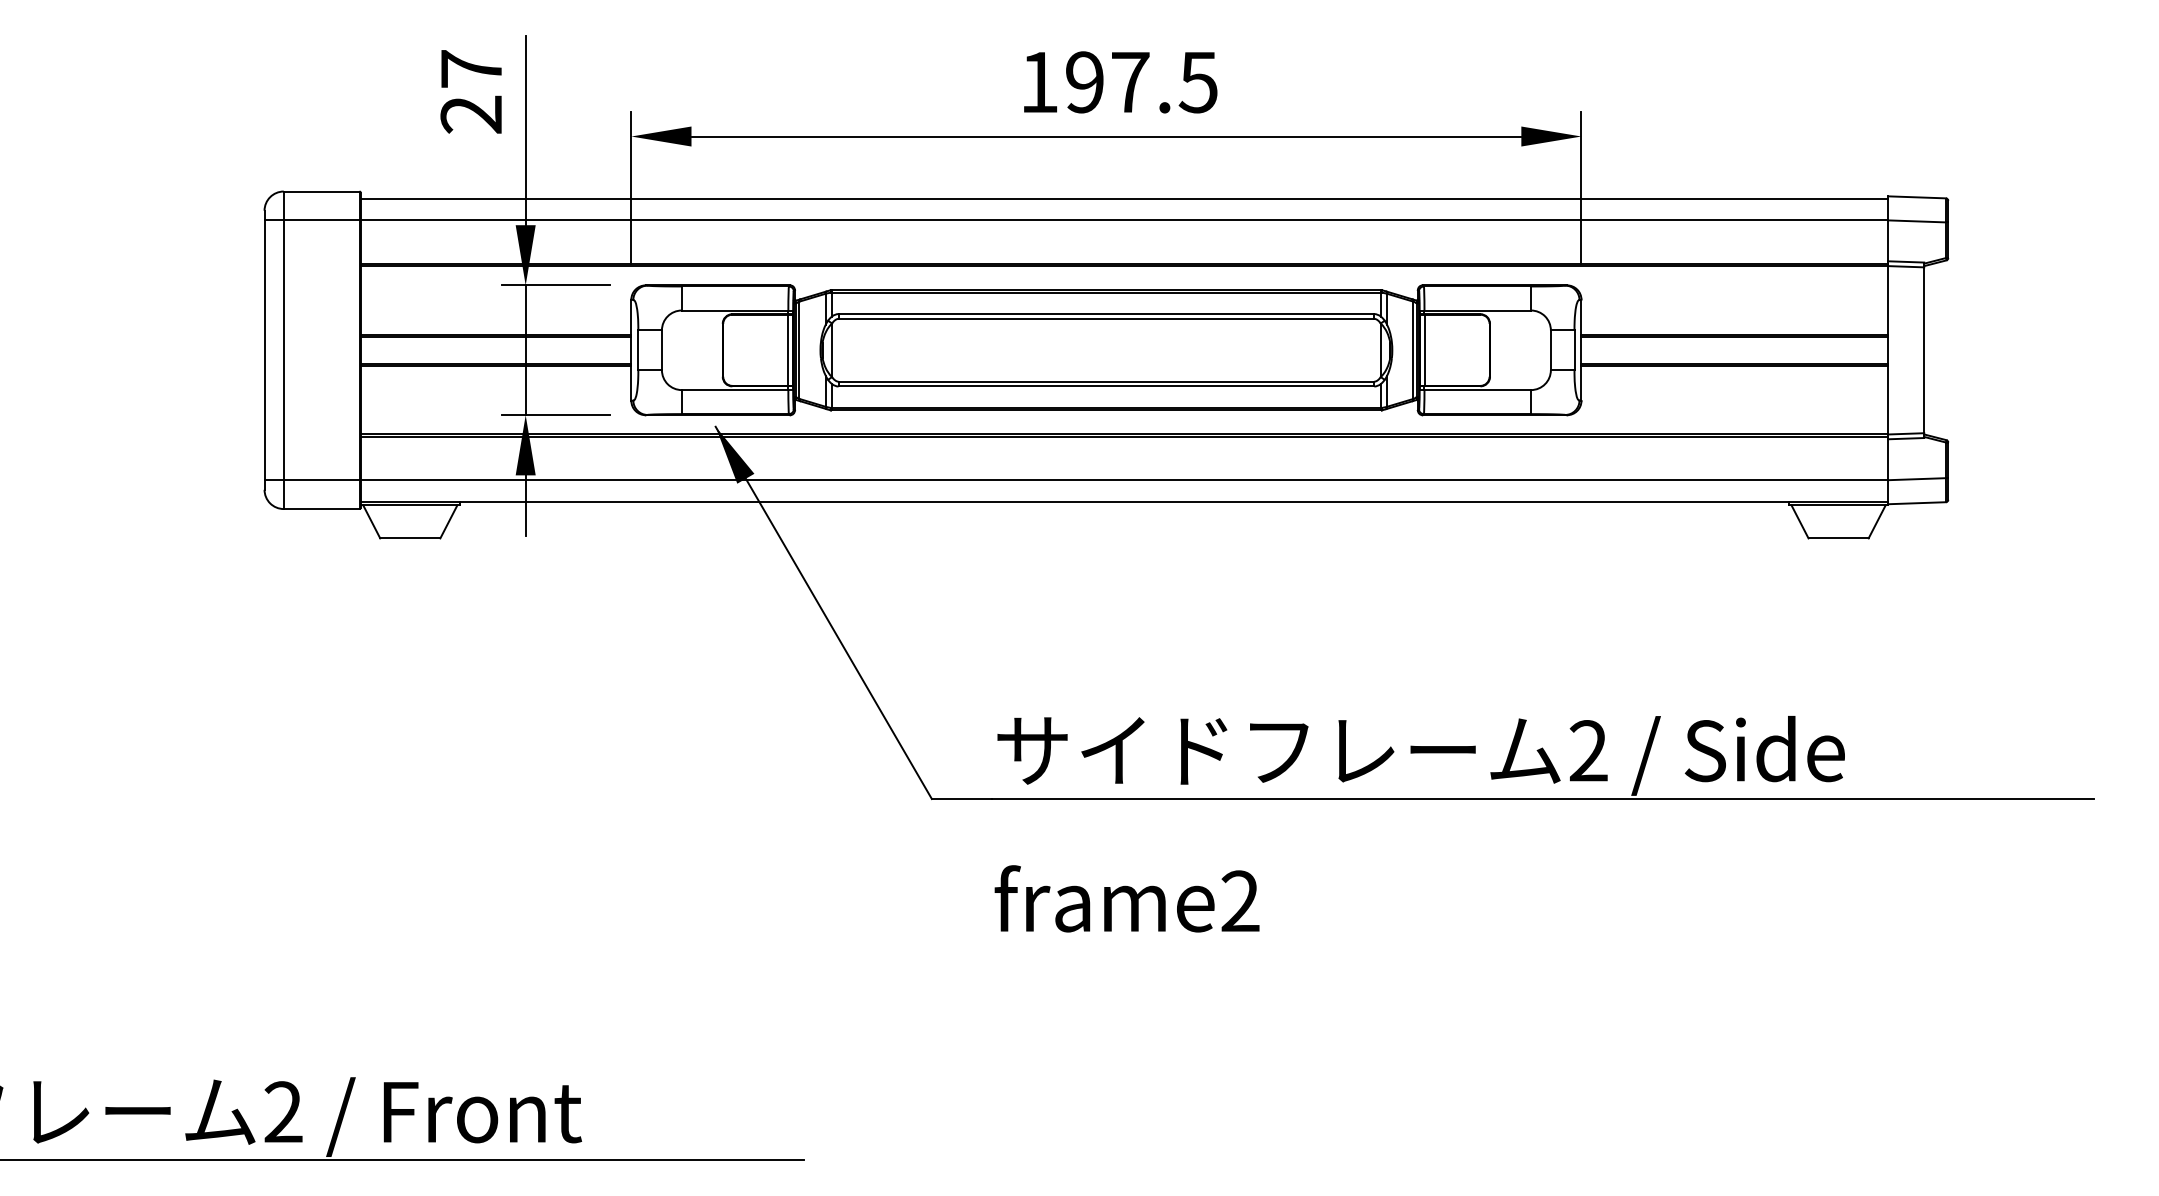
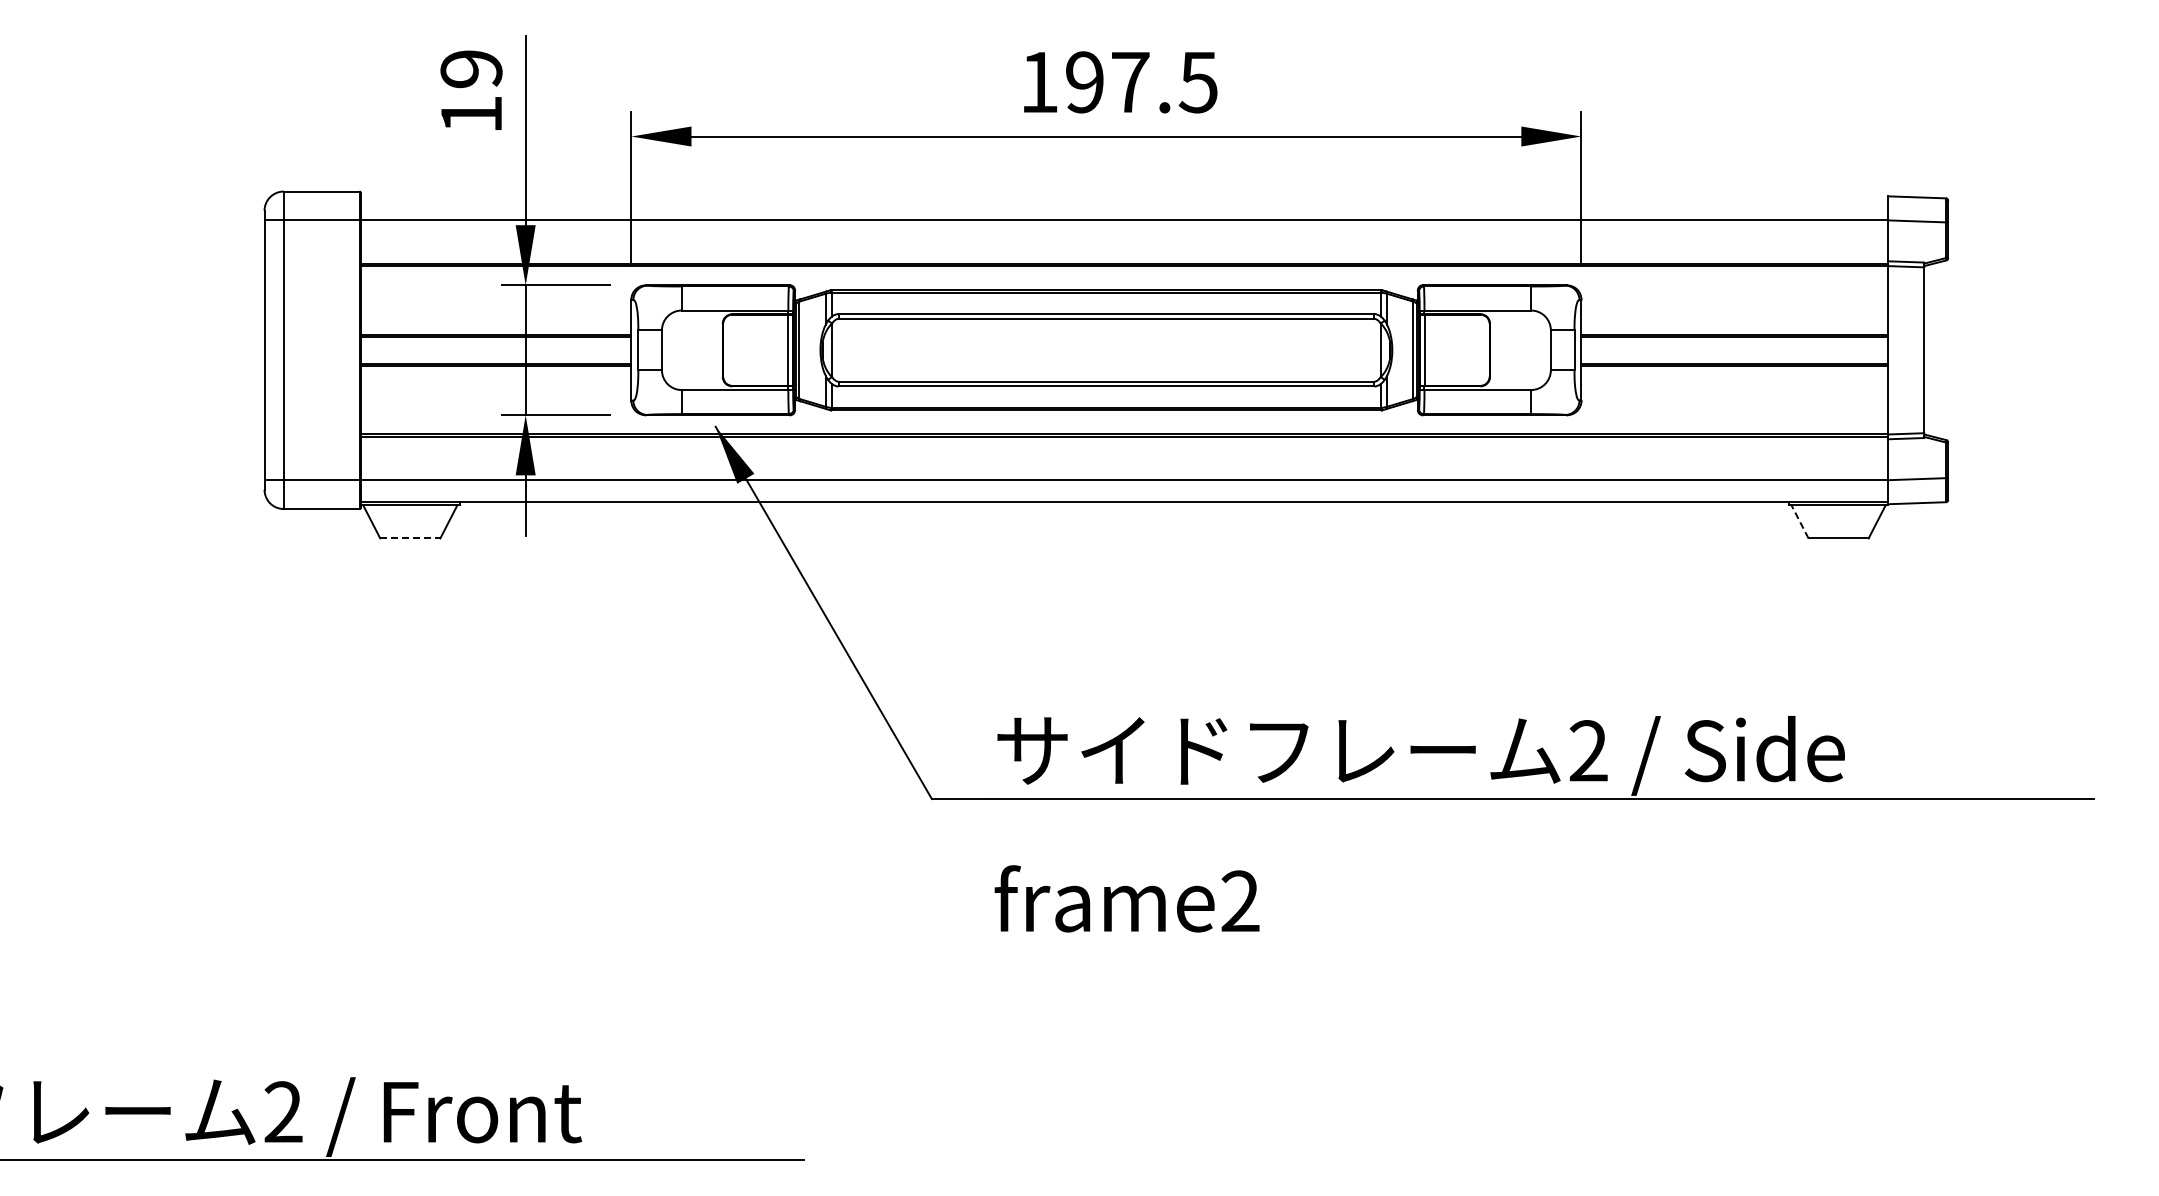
text at (471, 91): 27 -> 19
line at (1124, 198): present -> none
line at (1800, 521): solid -> dashed
line at (410, 538): solid -> dashed
